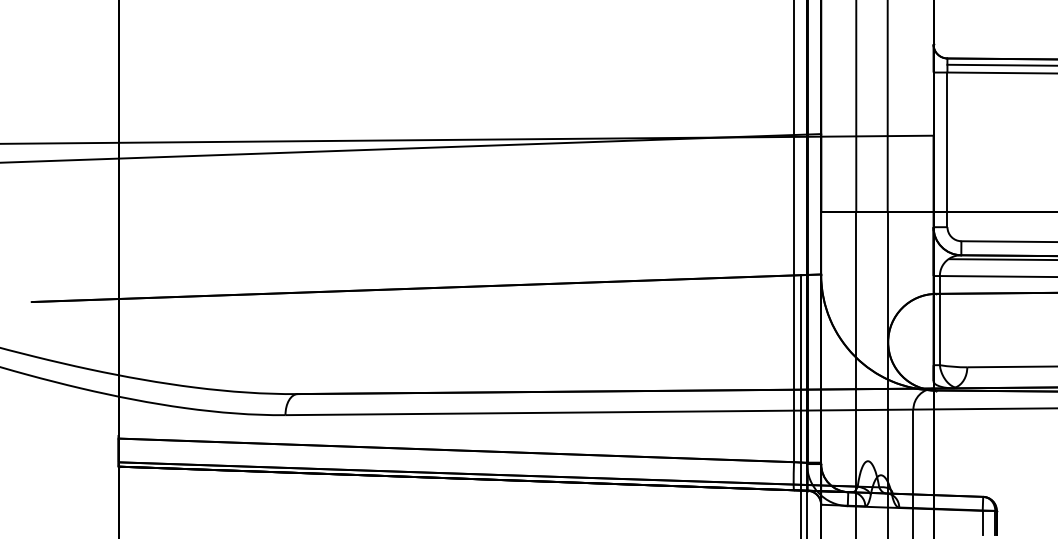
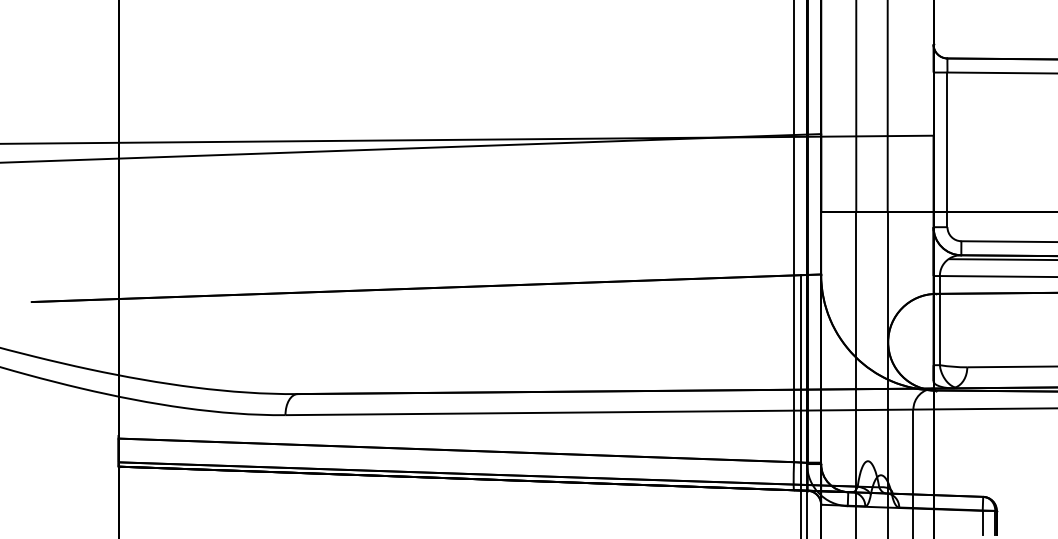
line at (1000, 64): present -> none
